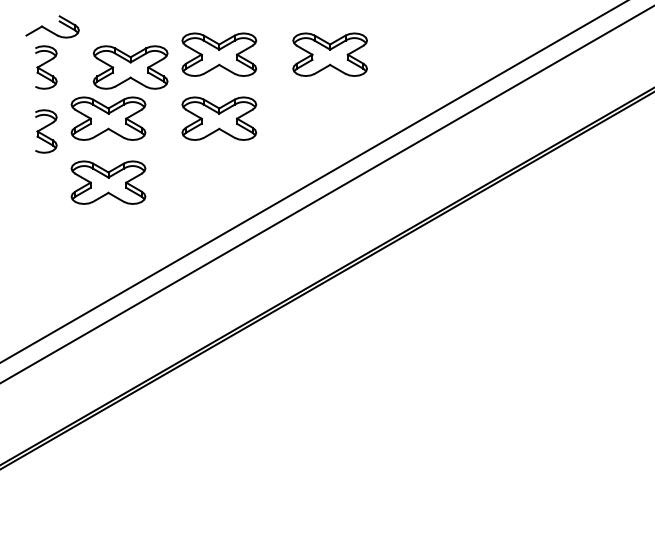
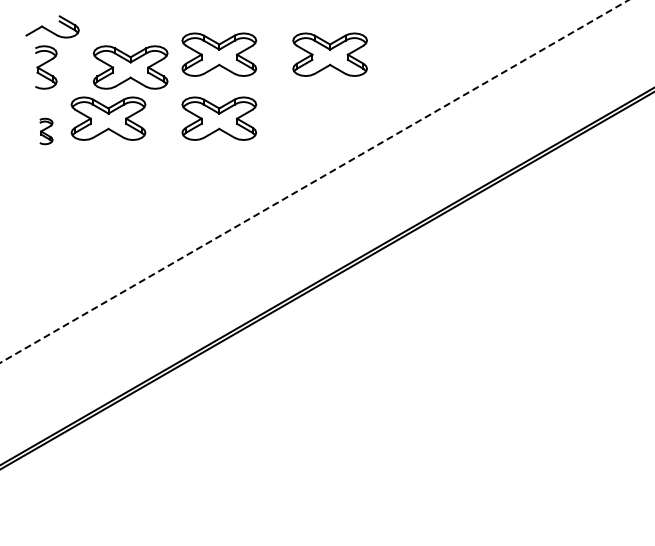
part at (46, 131) size: 23x45 px -> 15x29 px
line at (314, 181): solid -> dashed
part at (108, 182): present -> none
line at (326, 194): present -> none
